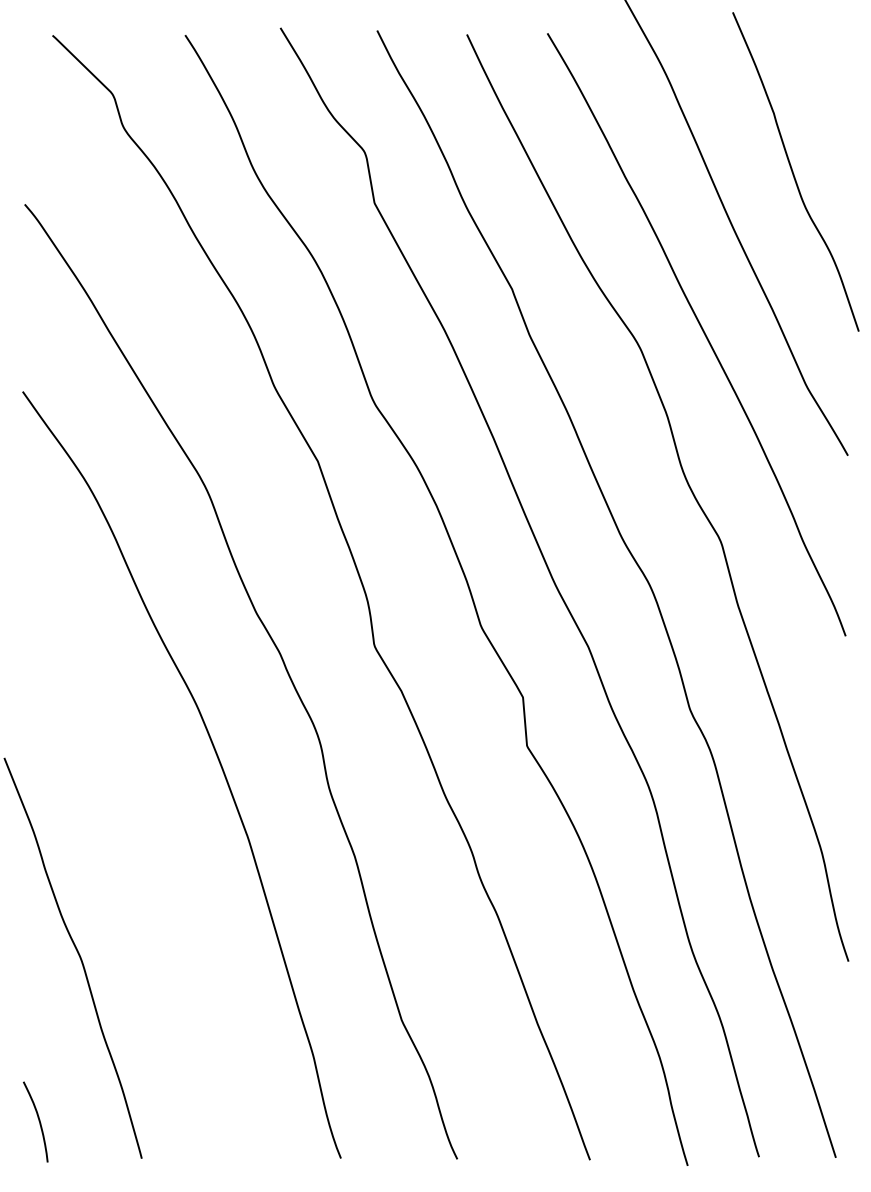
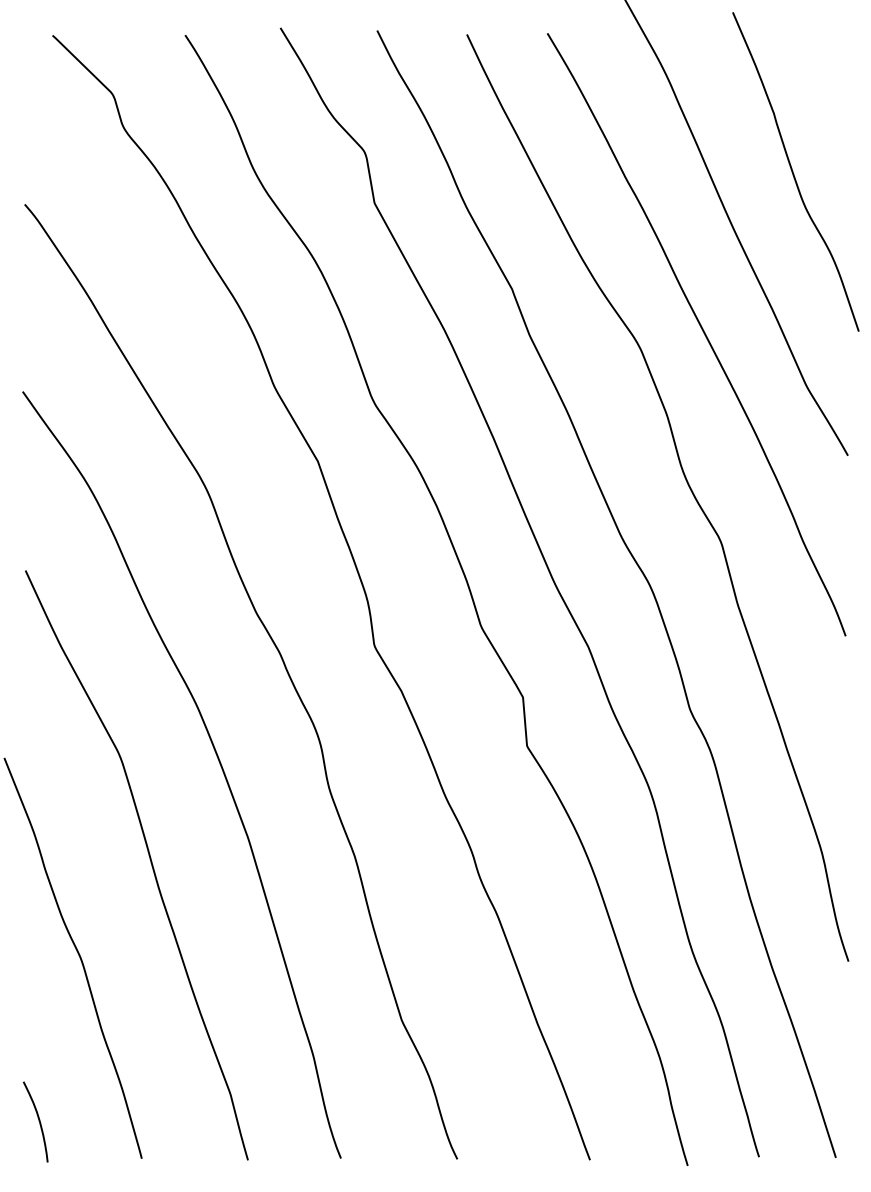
curve at (150, 863): none -> present
